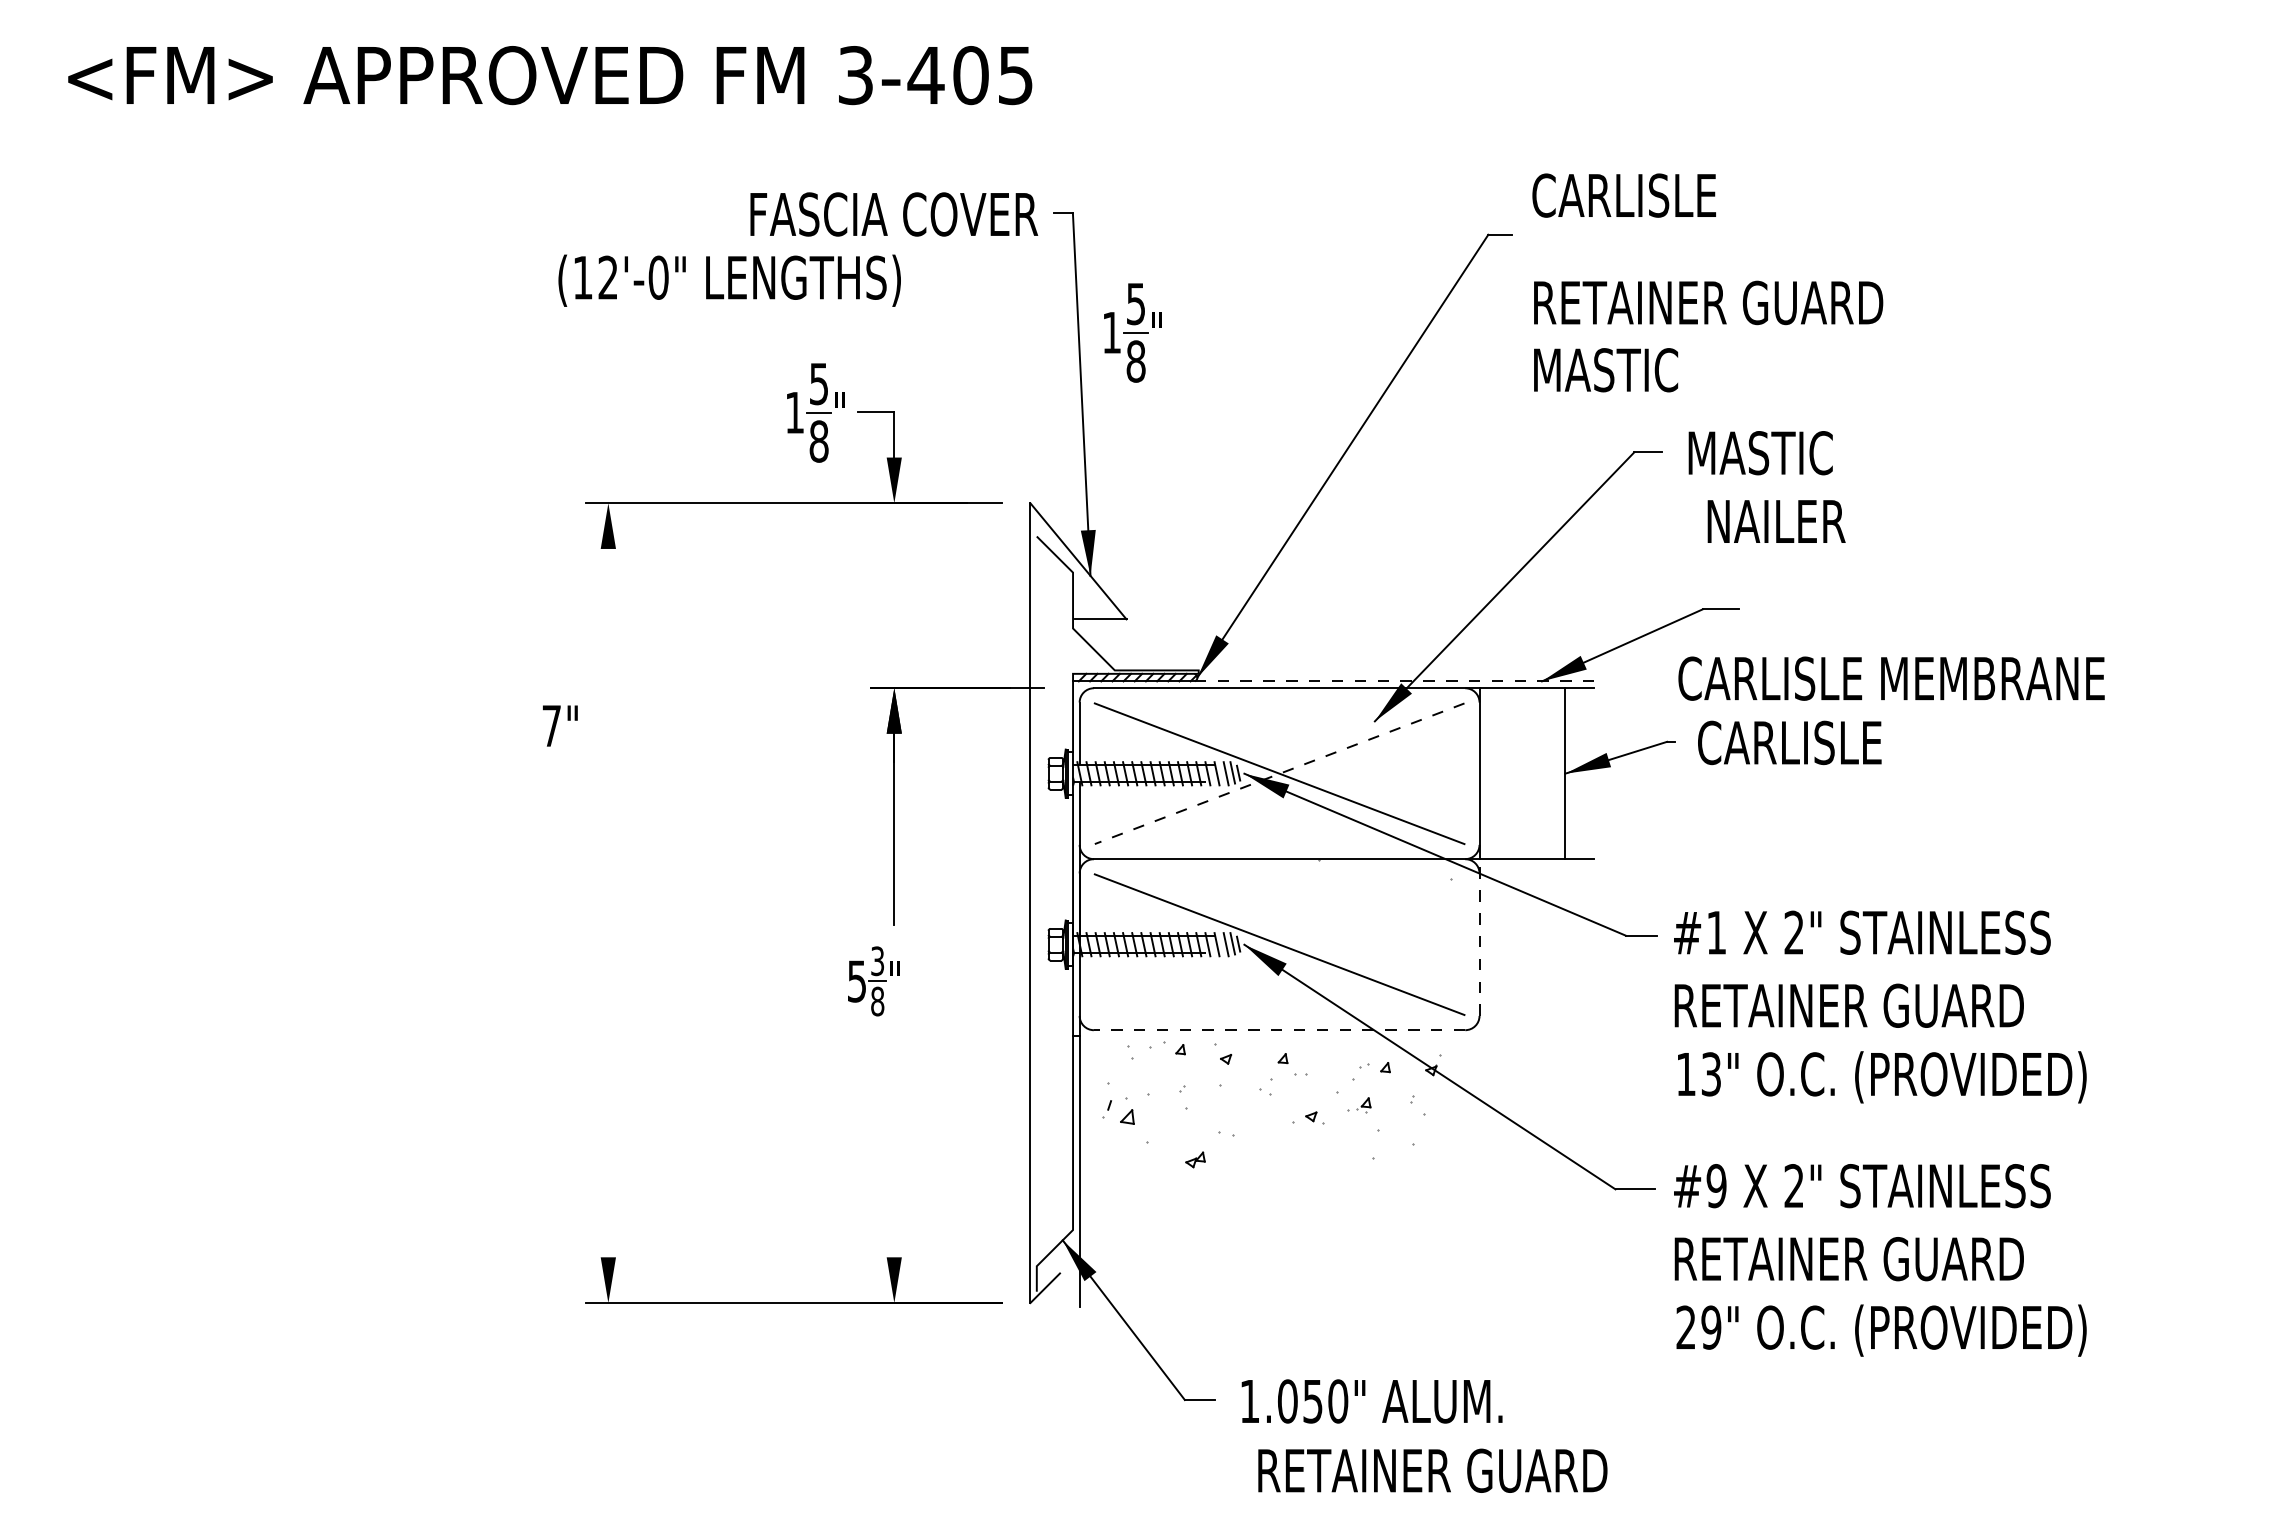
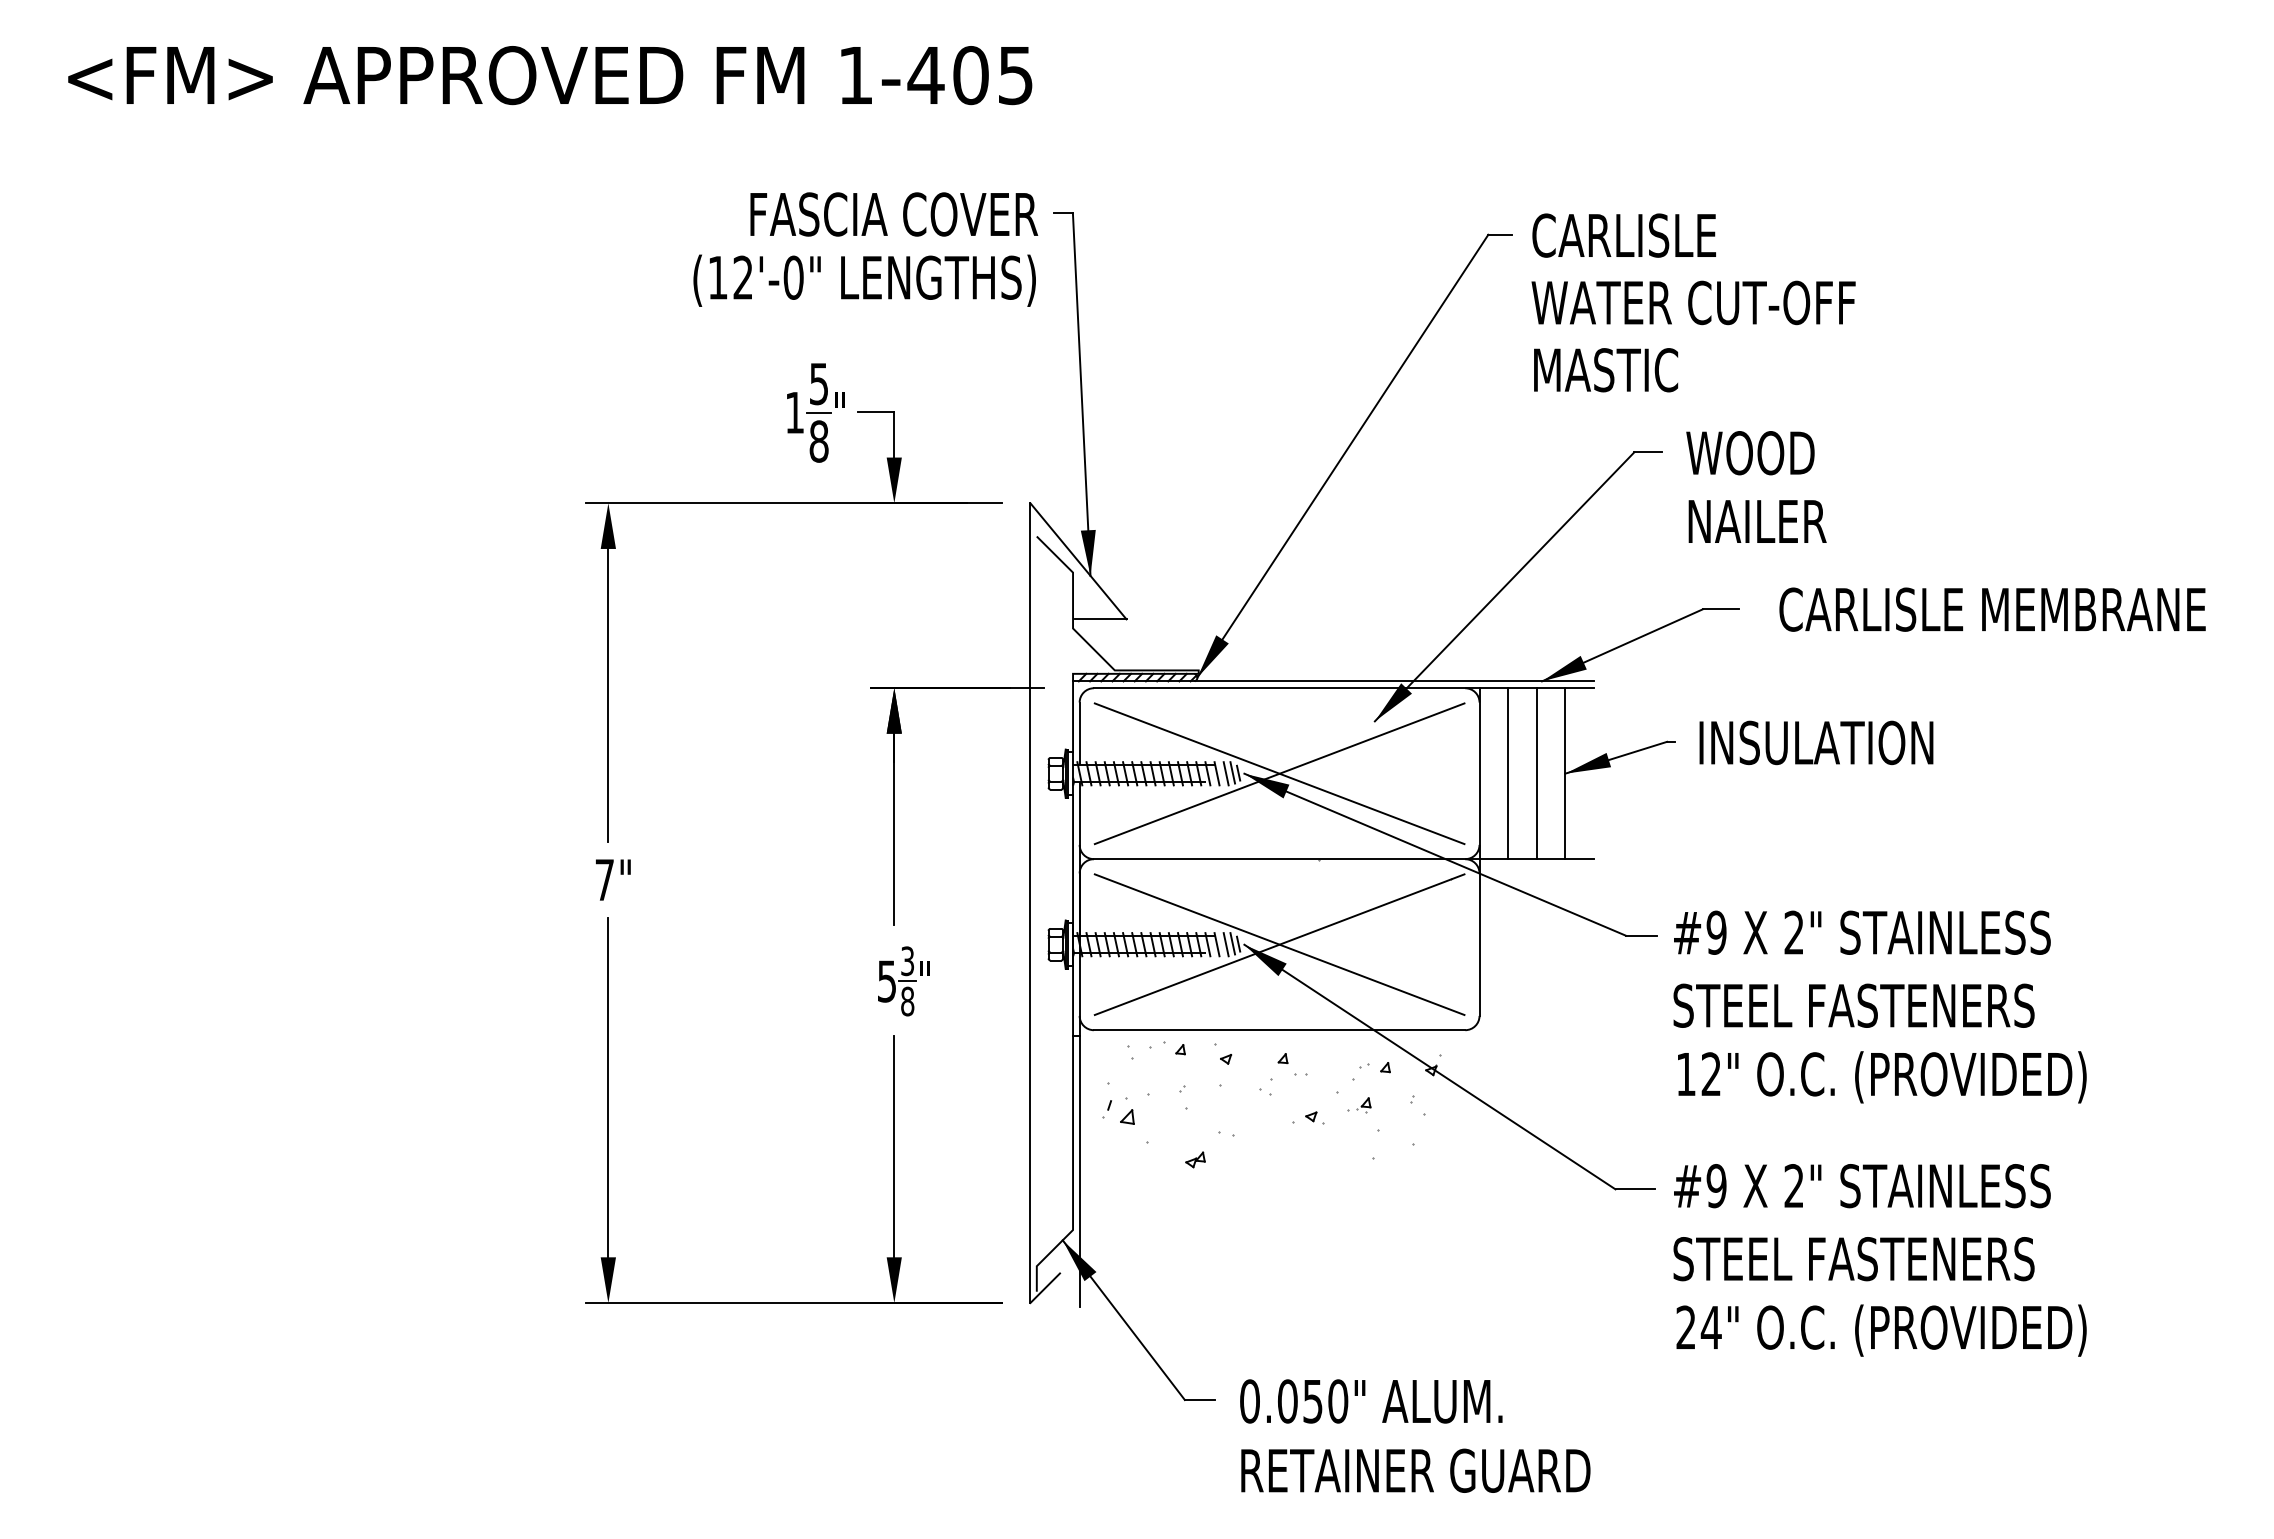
text at (855, 75): 3-405 -> 1-405
text at (1623, 195) position: (1623, 195) -> (1623, 235)
text at (729, 280) position: (729, 280) -> (864, 280)
text at (1707, 302): RETAINER GUARD -> WATER CUT-OFF
part at (1132, 332): present -> none
text at (1759, 453): MASTIC -> WOOD
text at (1776, 521) position: (1776, 521) -> (1757, 521)
text at (1891, 678) position: (1891, 678) -> (1992, 609)
line at (1394, 681): dashed -> solid
line at (608, 694): none -> present
text at (560, 725) position: (560, 725) -> (613, 879)
text at (1815, 742): CARLISLE -> INSULATION
line at (1279, 773): dashed -> solid
line at (1508, 773): none -> present
line at (1536, 773): none -> present
text at (1716, 932): #1 -> #9
line at (1479, 937): dashed -> solid
line at (1279, 944): none -> present
part at (873, 981) position: (873, 981) -> (903, 981)
text at (1853, 1005): RETAINER GUARD -> STEEL FASTENERS
line at (1279, 1030): dashed -> solid
text at (1710, 1074): 13" -> 12"
line at (608, 1087): none -> present
line at (894, 1146): none -> present
text at (1853, 1259): RETAINER GUARD -> STEEL FASTENERS
text at (1710, 1327): 29" -> 24"
text at (1249, 1401): 1.050" -> 0.050"
text at (1432, 1470) position: (1432, 1470) -> (1415, 1470)
